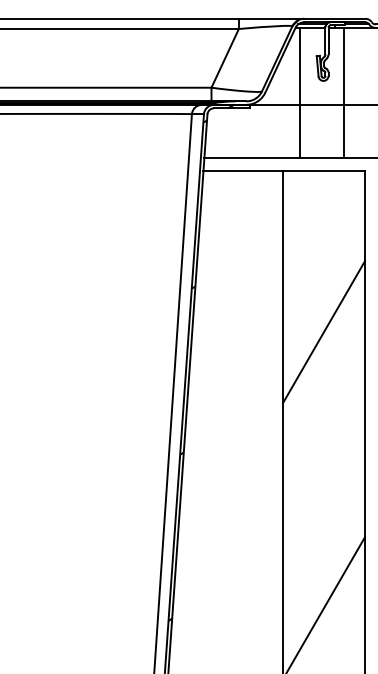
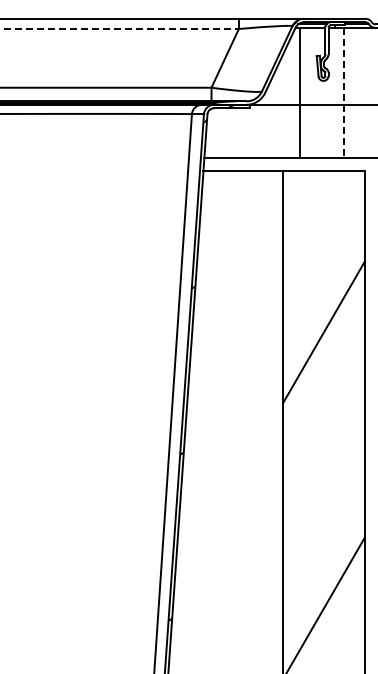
line at (119, 29): solid -> dashed
line at (343, 93): solid -> dashed
